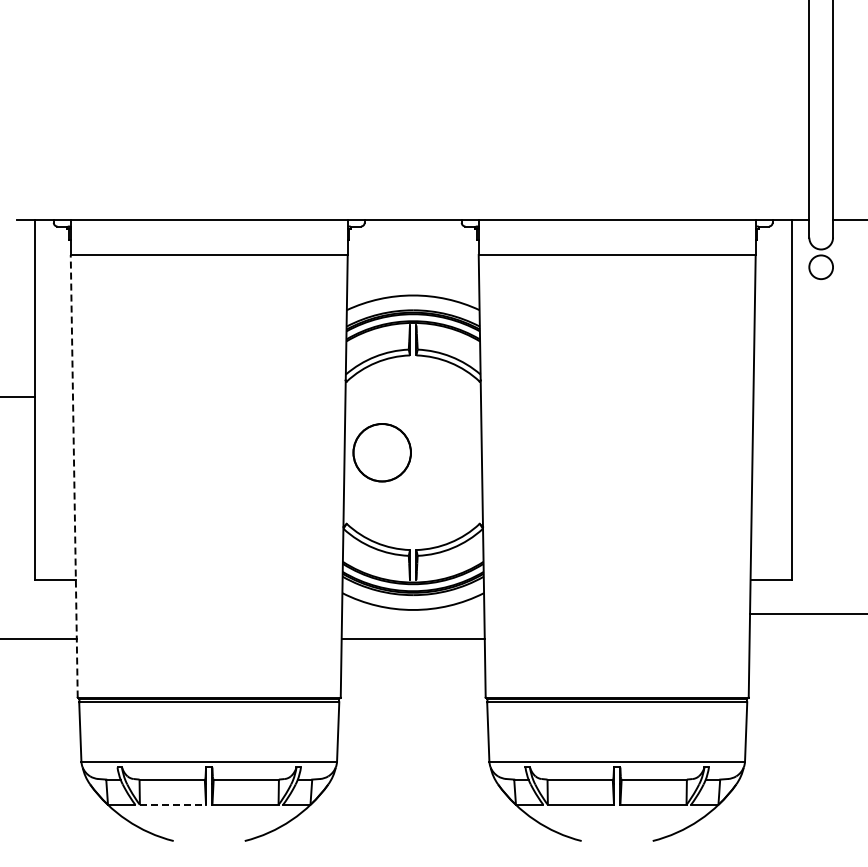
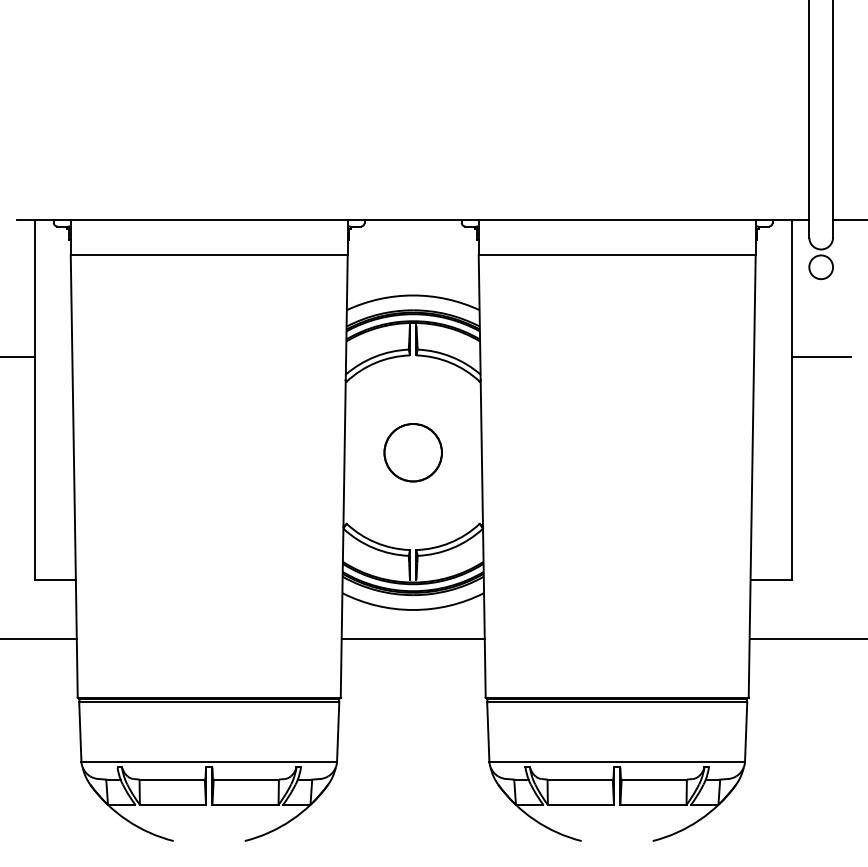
line at (820, 357): none -> present
line at (18, 397) position: (18, 397) -> (18, 357)
circle at (381, 452) position: (381, 452) -> (412, 452)
line at (74, 475): dashed -> solid
line at (806, 613) position: (806, 613) -> (806, 638)
line at (173, 804): dashed -> solid
